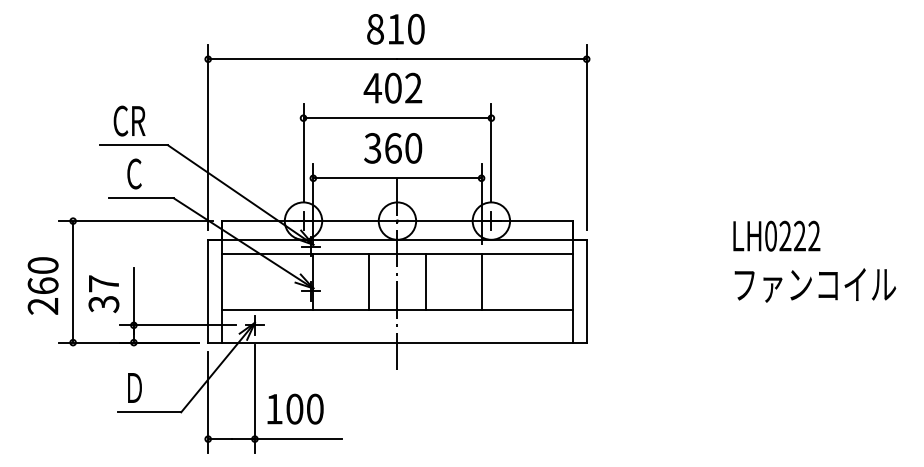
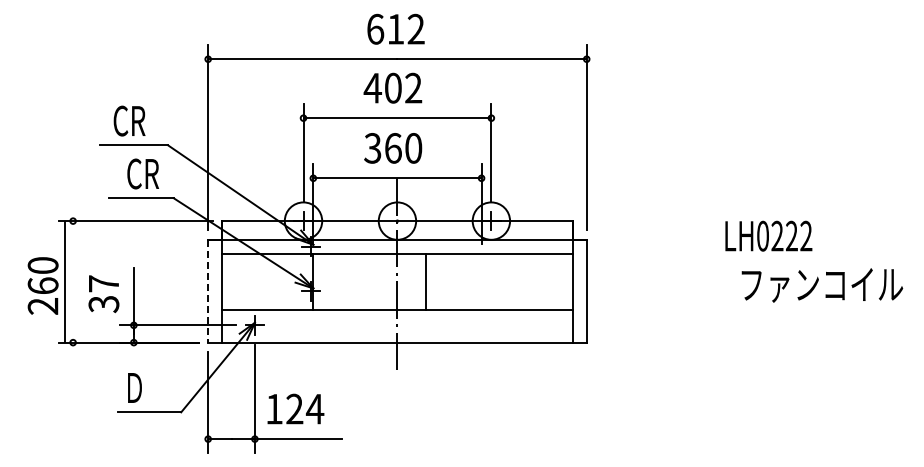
text at (395, 28): 810 -> 612
text at (152, 173): C -> CR
text at (776, 235) position: (776, 235) -> (768, 235)
line at (73, 281) position: (73, 281) -> (65, 281)
line at (369, 281): present -> none
line at (481, 281): present -> none
text at (815, 285) position: (815, 285) -> (822, 285)
line at (208, 291): solid -> dashed
text at (305, 408): 100 -> 124
